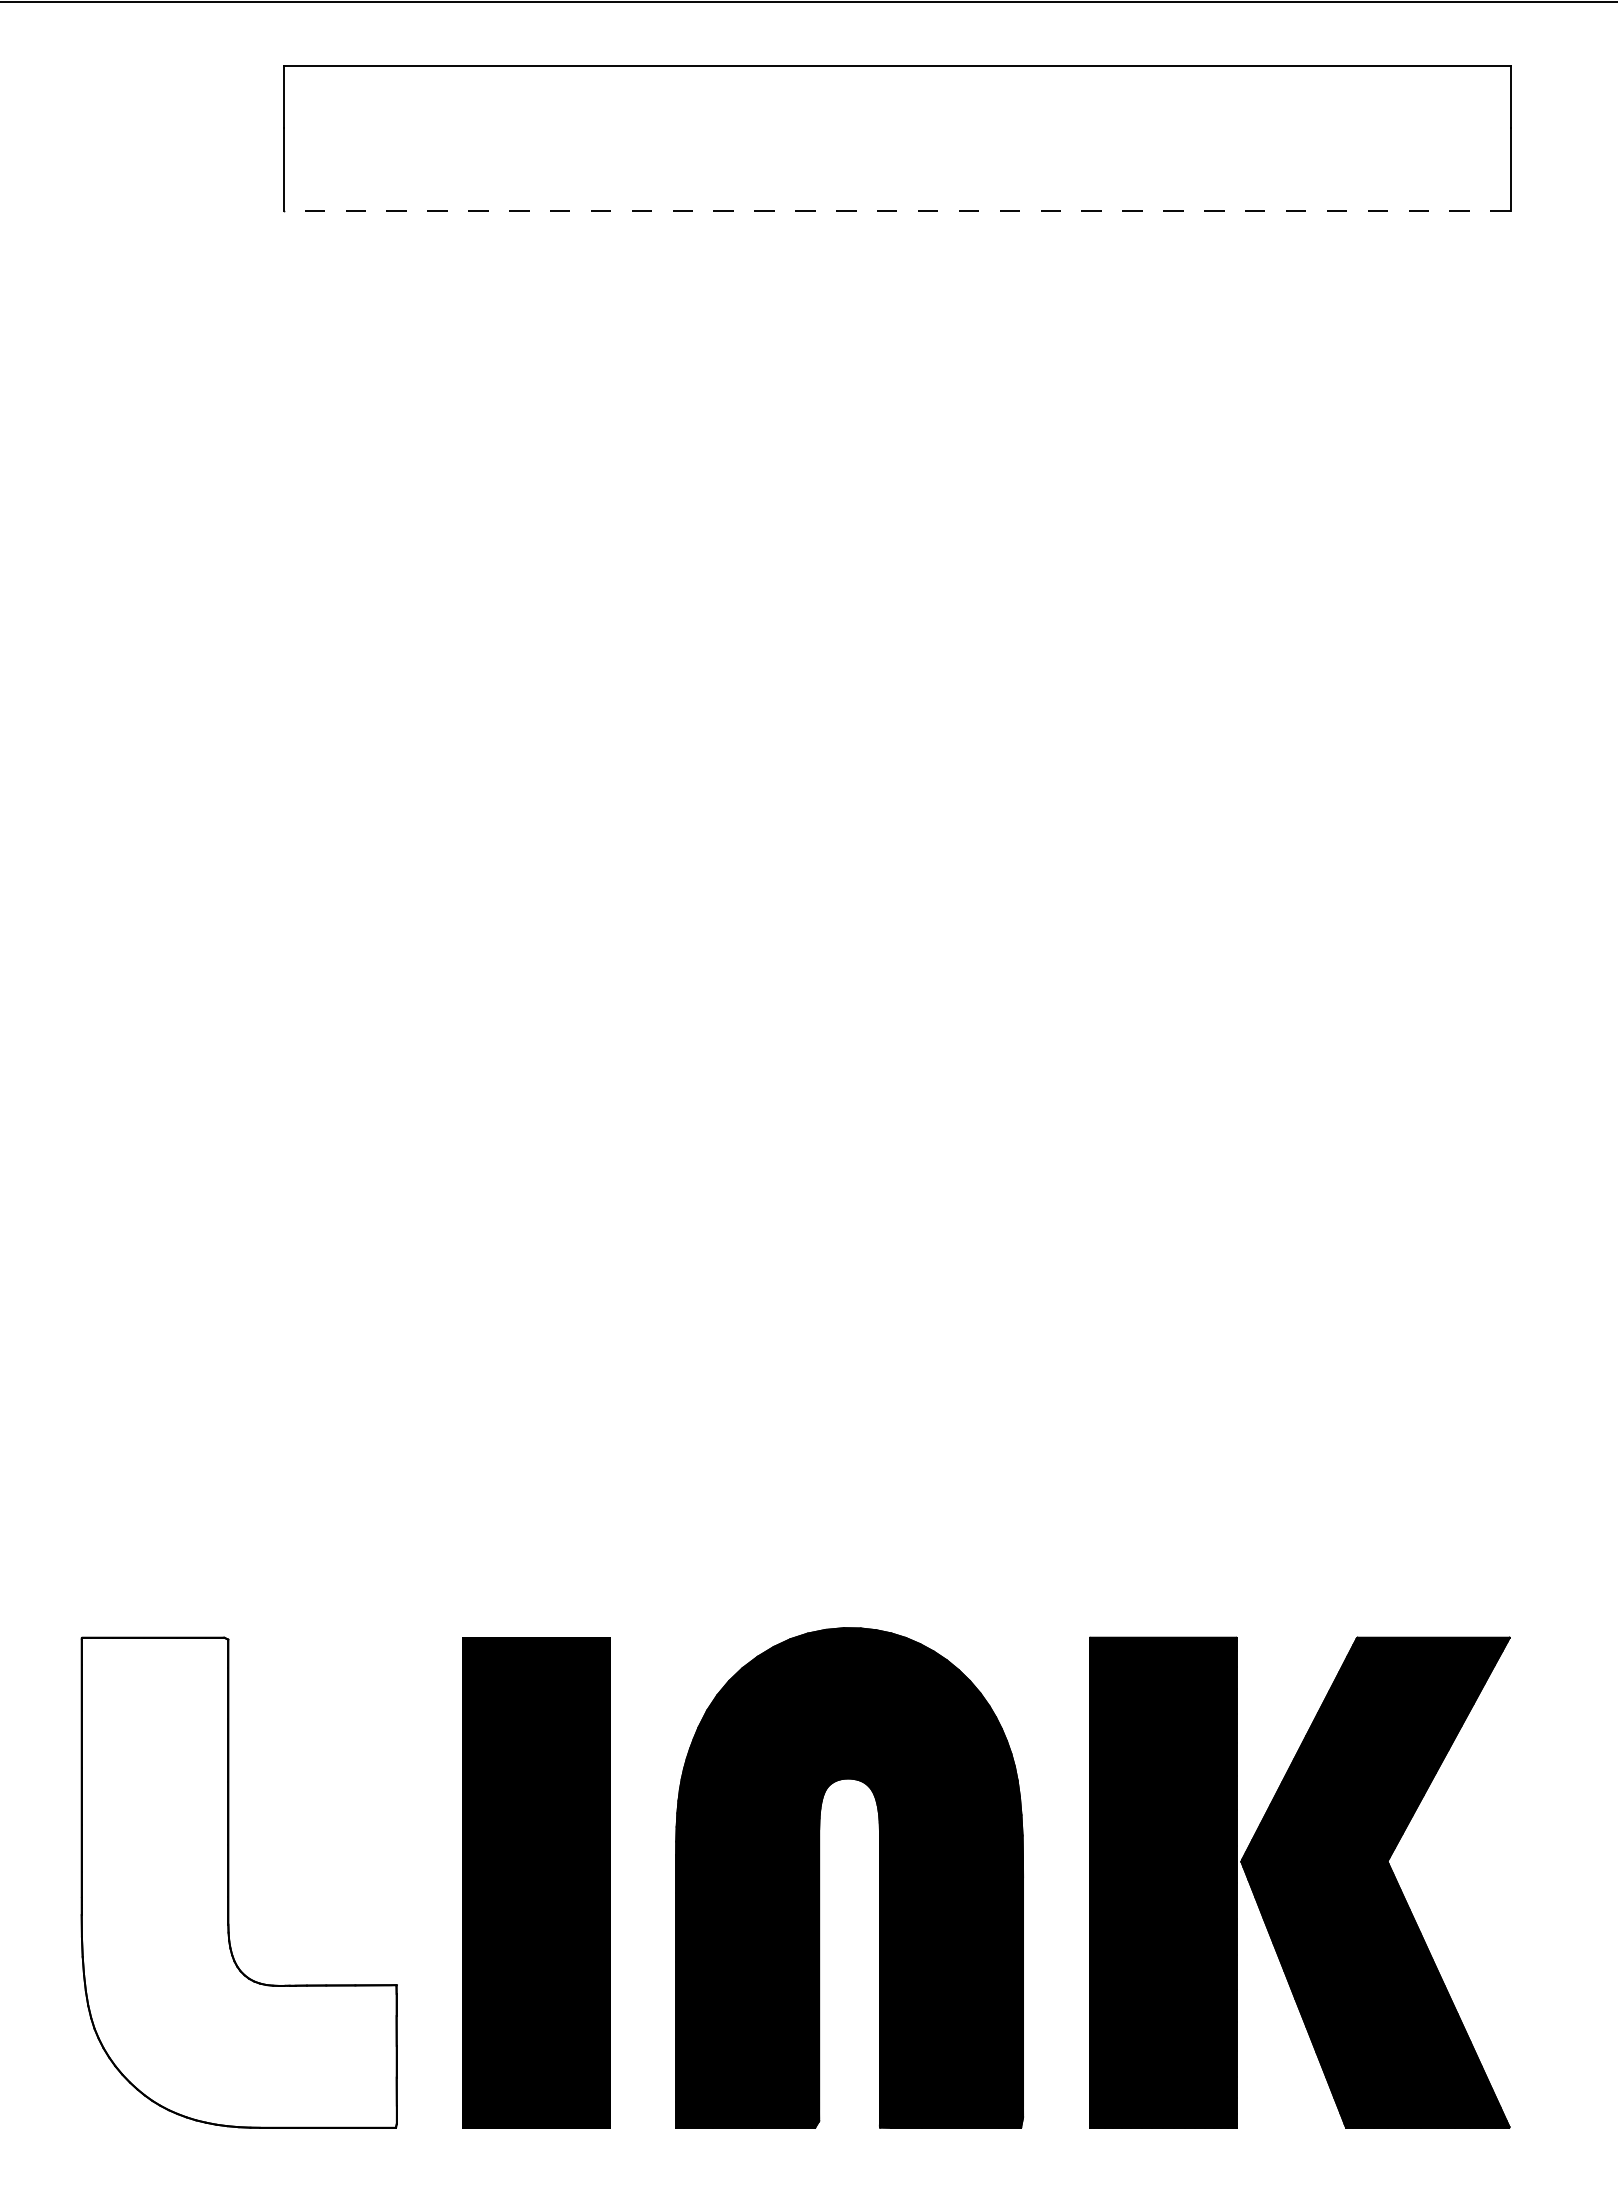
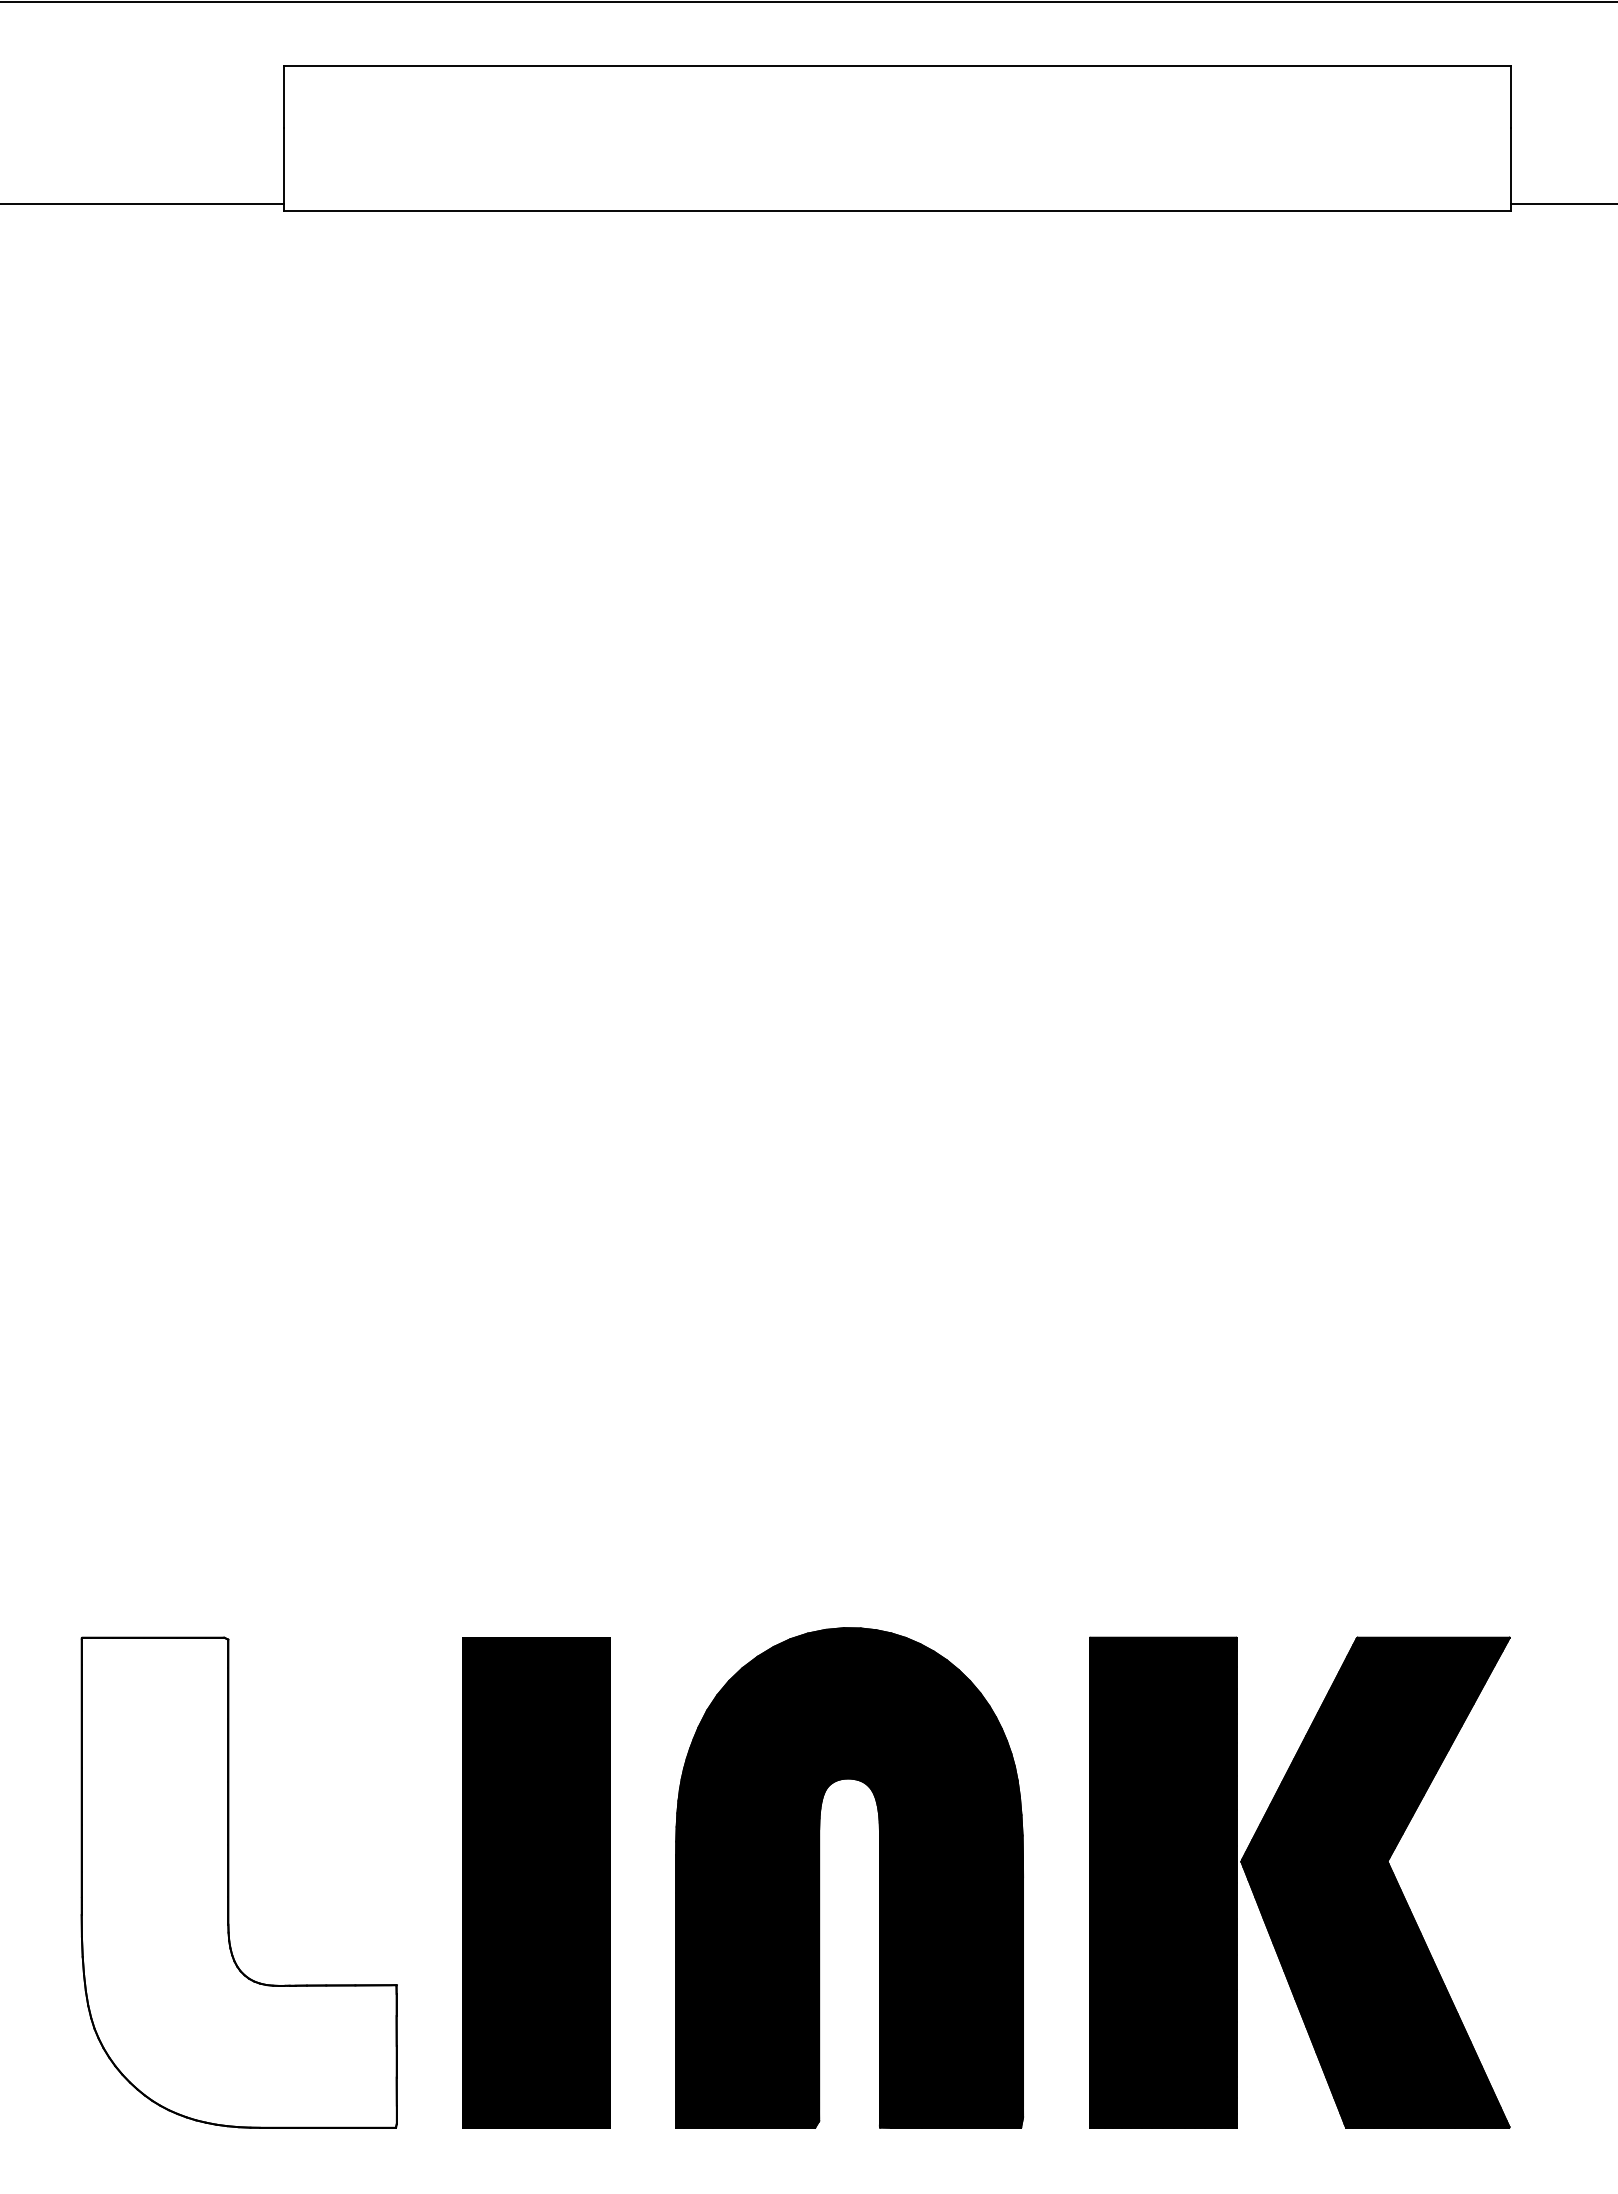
line at (143, 204): none -> present
line at (1562, 204): none -> present
line at (896, 211): dashed -> solid
